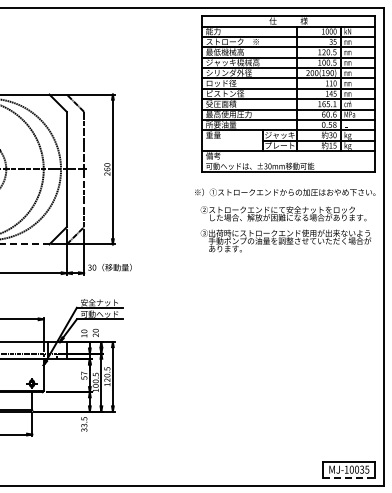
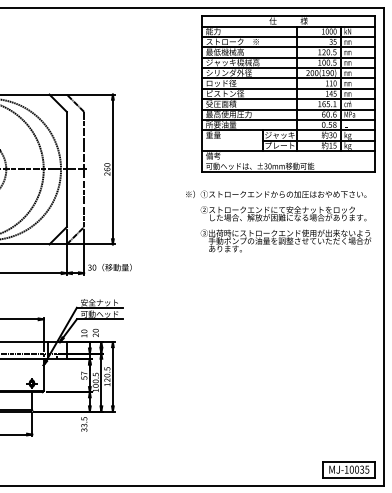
text at (285, 192) position: (285, 192) -> (276, 194)
line at (25, 244): dashed -> solid
line at (349, 477): dashed -> solid
